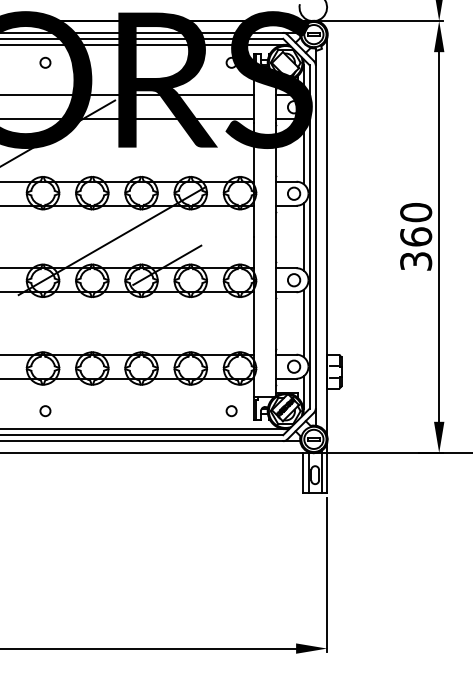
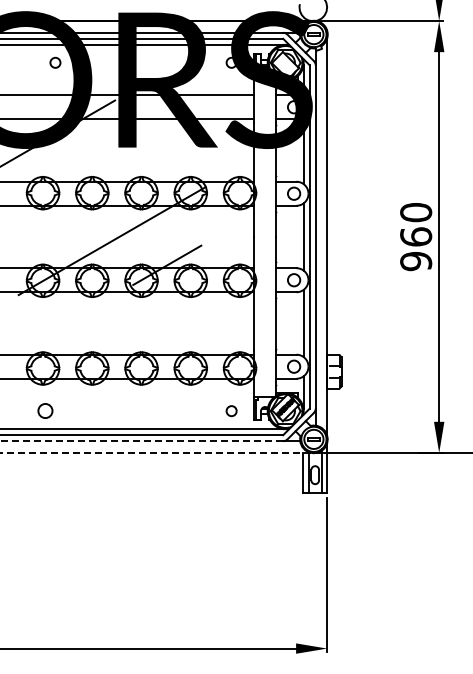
circle at (45, 62) position: (45, 62) -> (55, 62)
text at (416, 261): 360 -> 960
circle at (45, 411) size: 13x13 px -> 17x16 px
line at (141, 441): solid -> dashed
line at (156, 452): solid -> dashed
